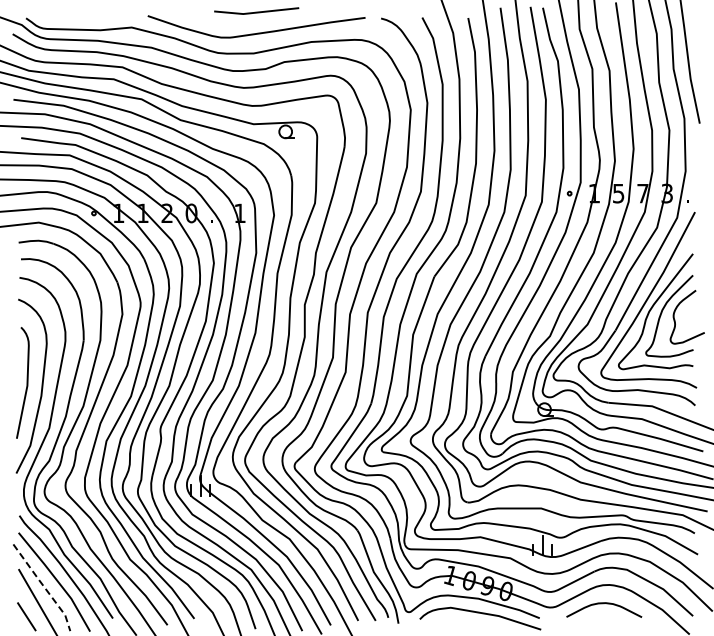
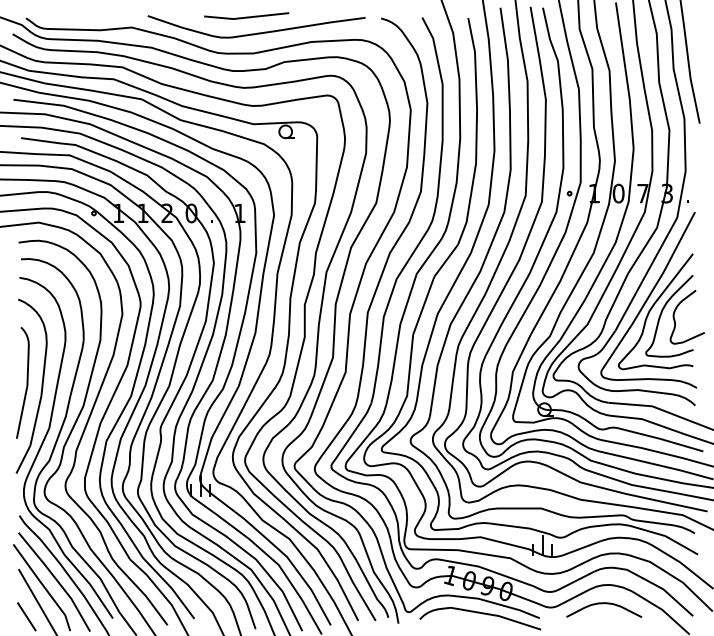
line at (256, 11) position: (256, 11) -> (246, 16)
text at (618, 193): 5 -> 0
line at (44, 587): dashed -> solid
